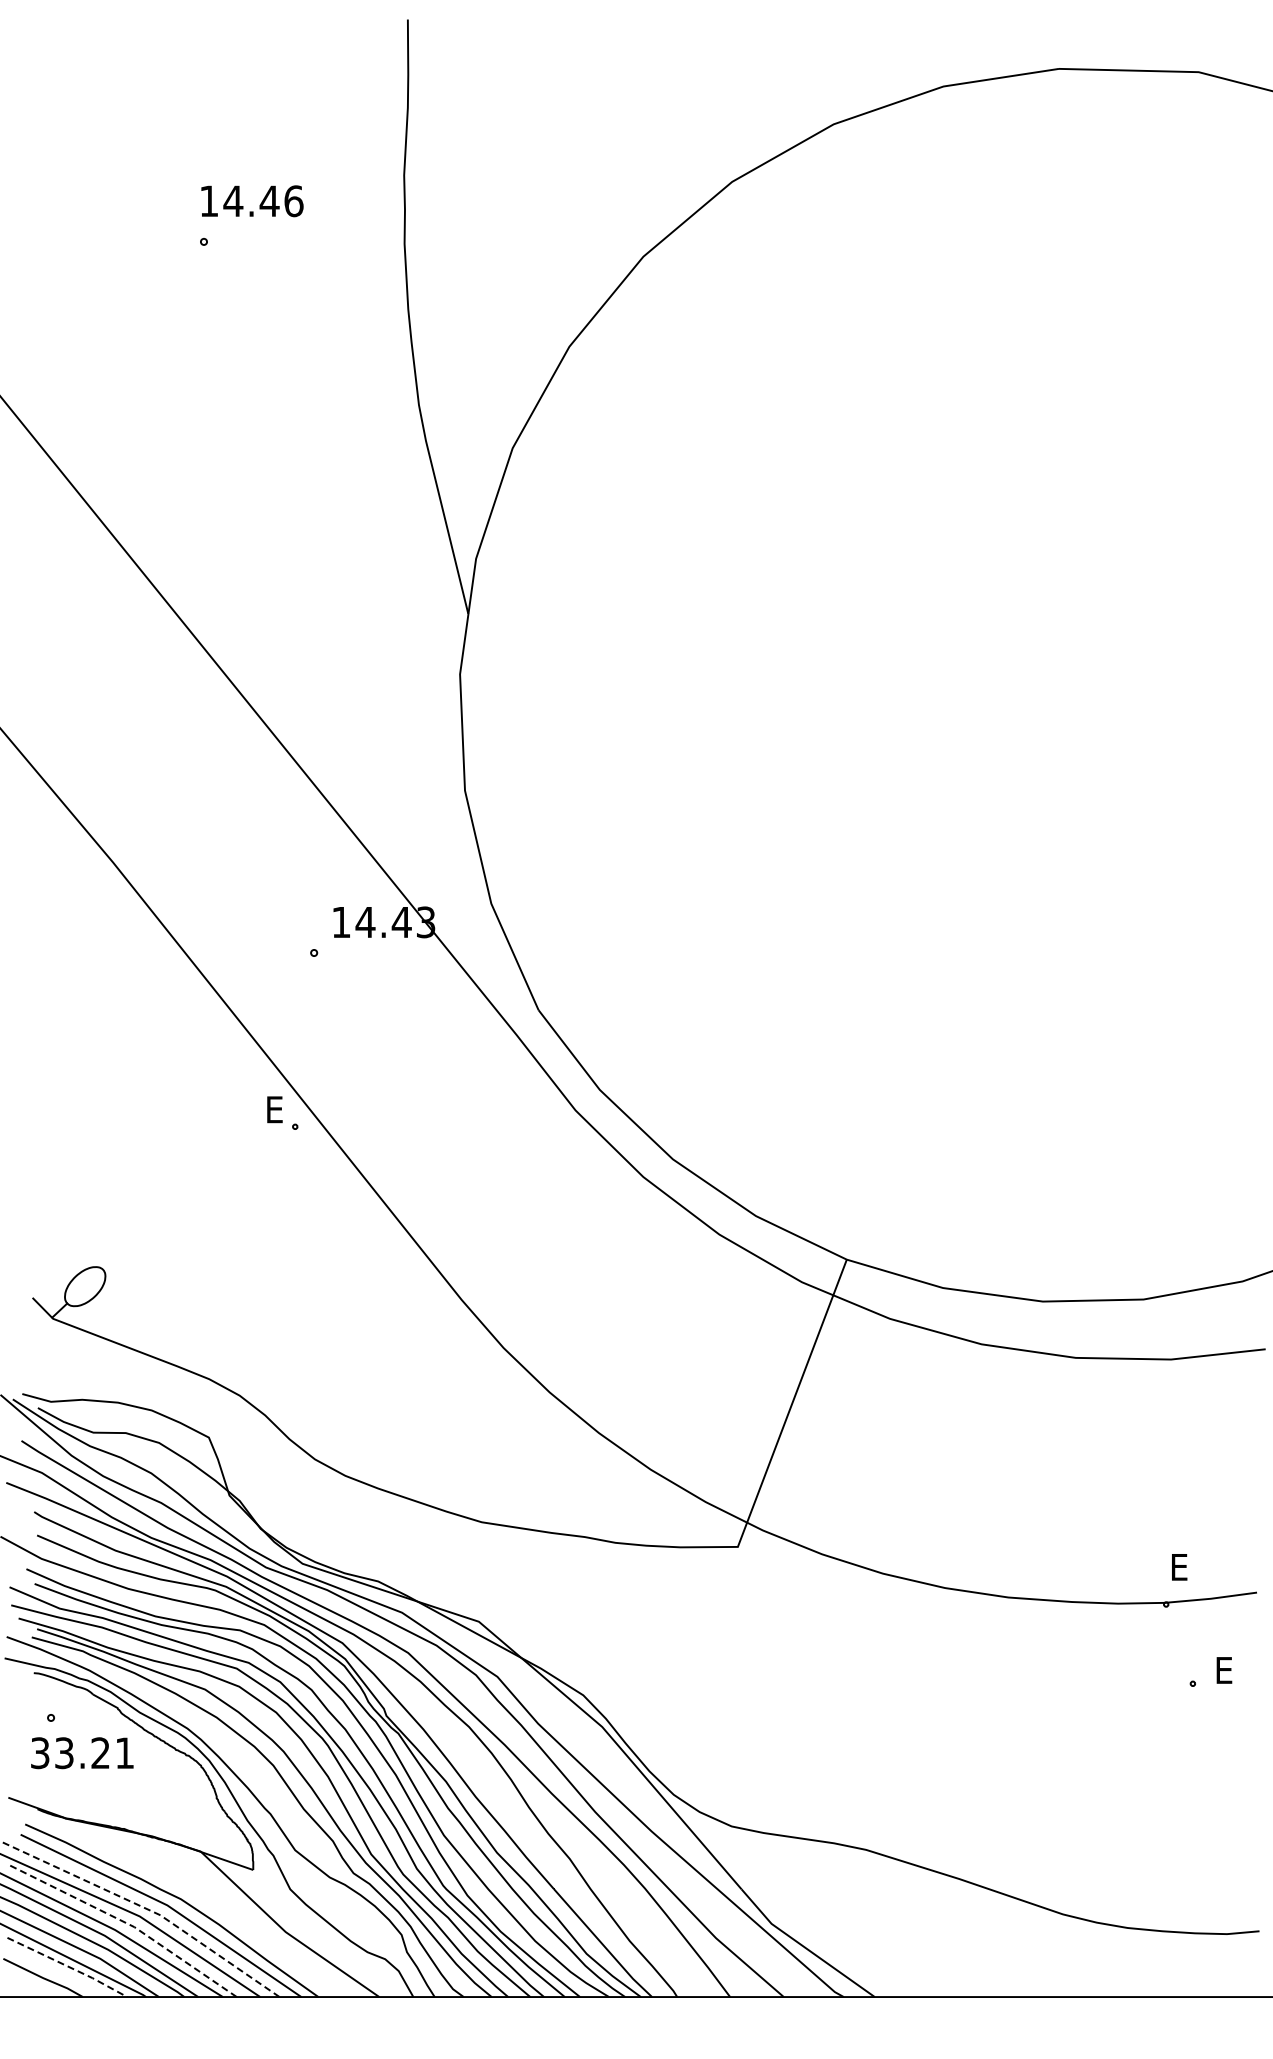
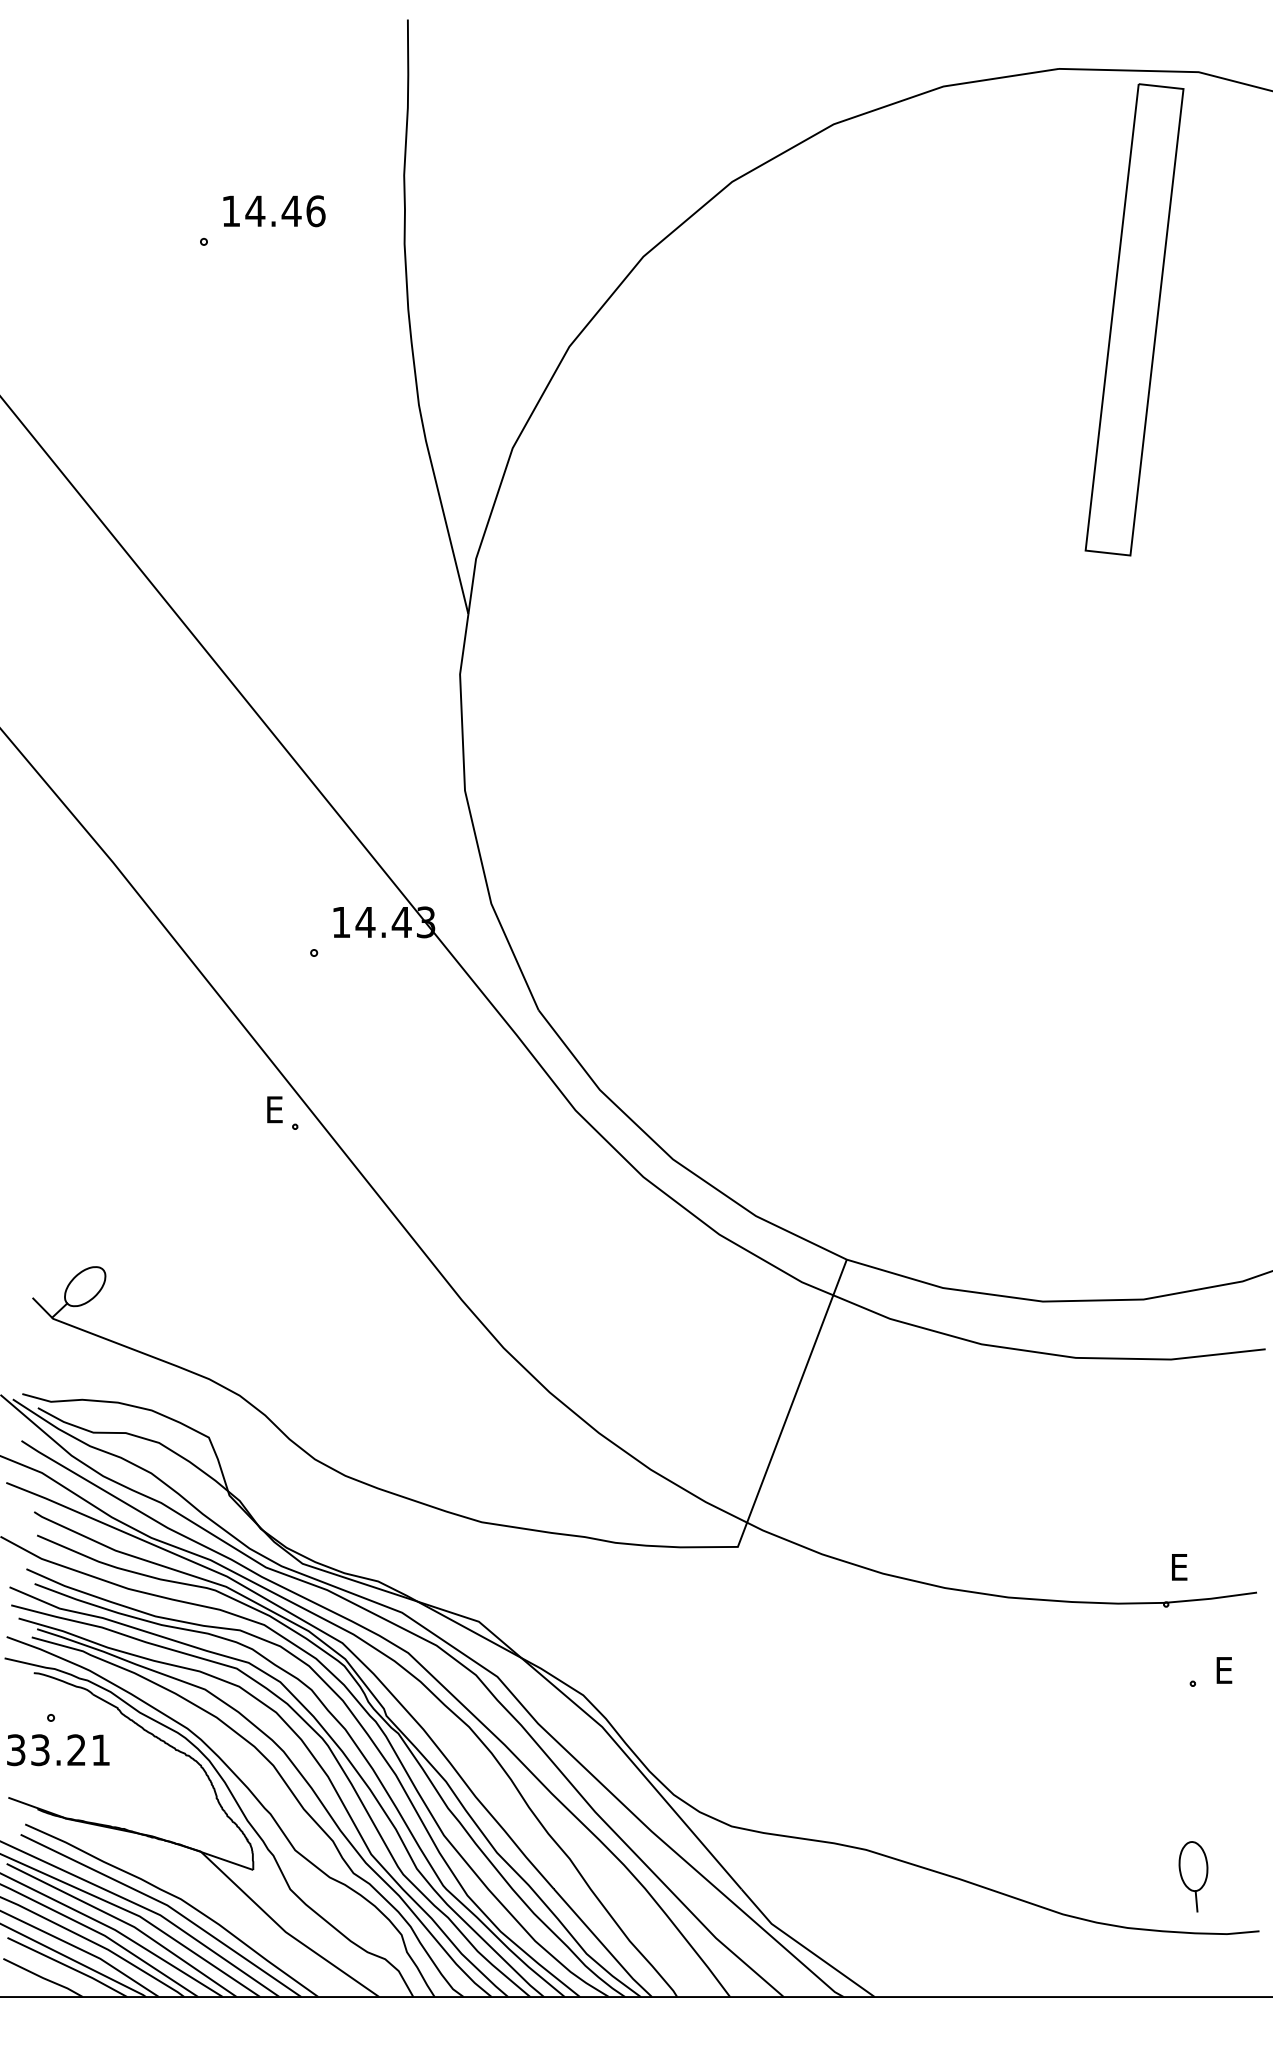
text at (252, 201) position: (252, 201) -> (274, 211)
part at (1134, 319): none -> present
text at (82, 1753) position: (82, 1753) -> (58, 1750)
part at (1193, 1876): none -> present
line at (145, 1908): dashed -> solid
line at (126, 1923): dashed -> solid
line at (68, 1966): dashed -> solid
